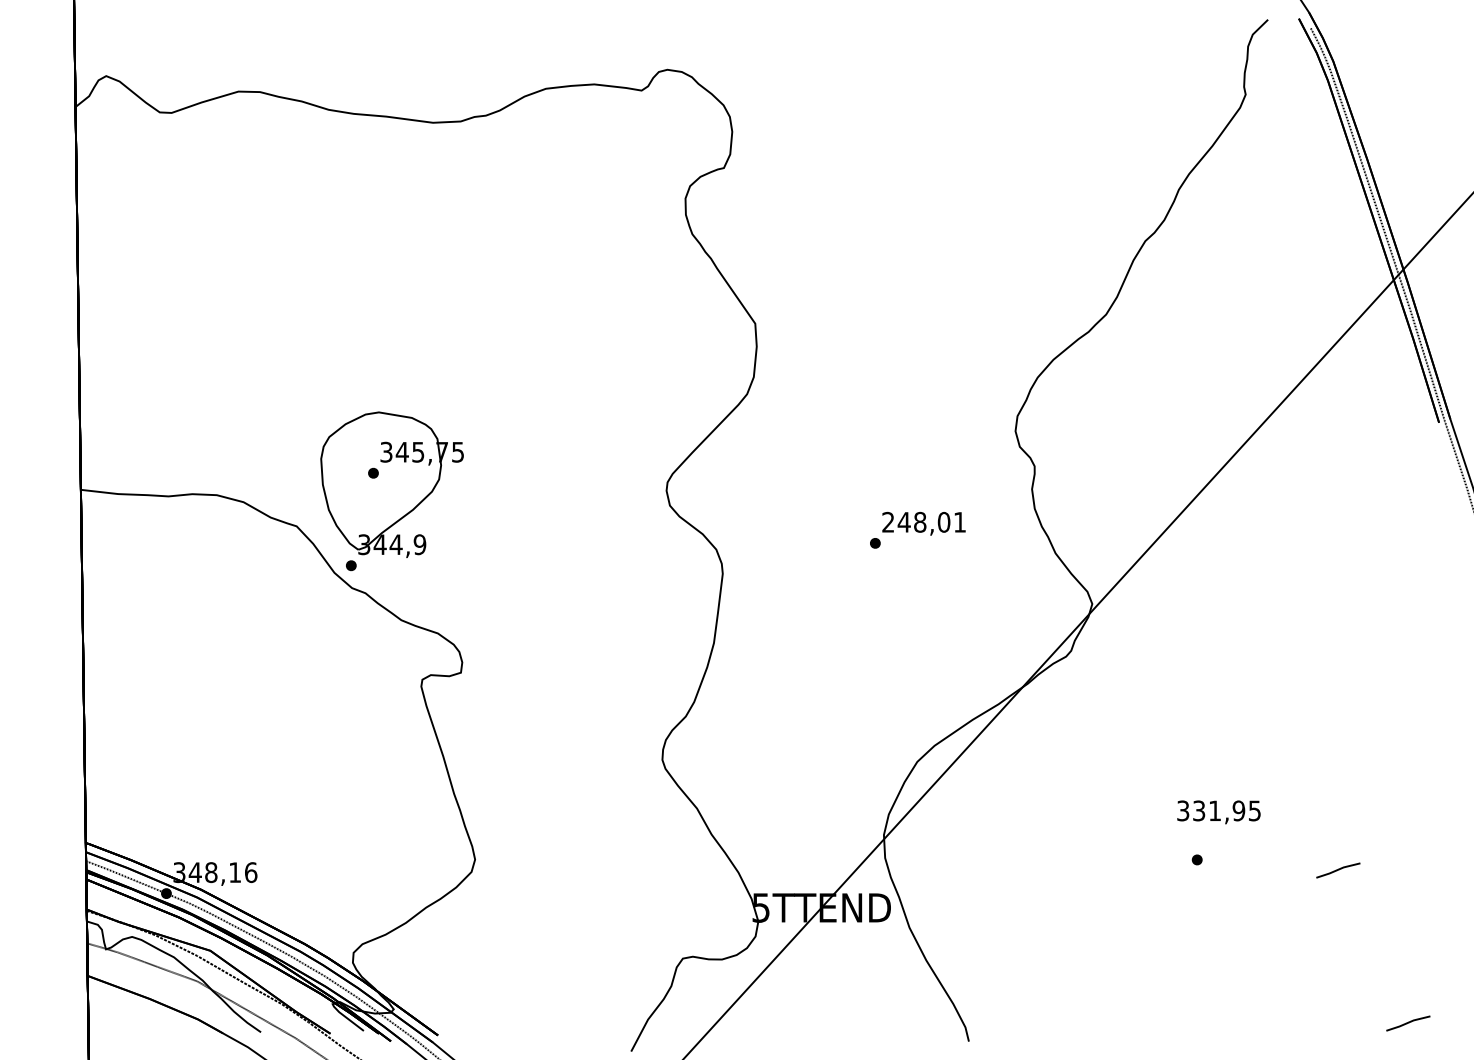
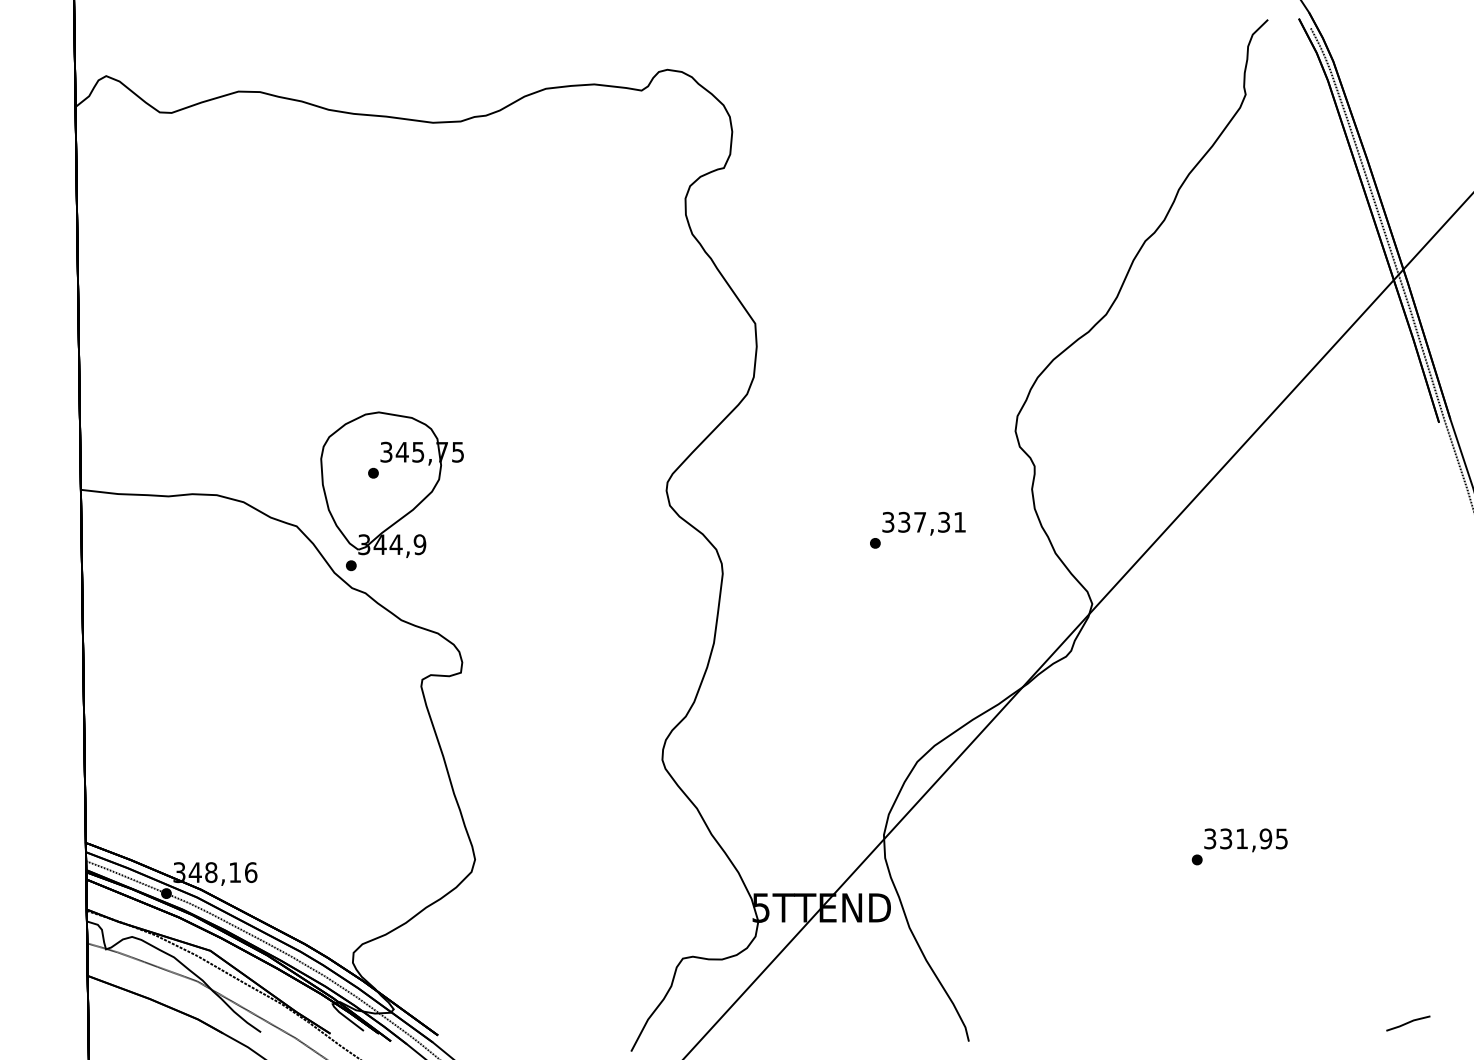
text at (916, 521): 248,01 -> 337,31
text at (1218, 812) position: (1218, 812) -> (1245, 840)
part at (1338, 870): present -> none
